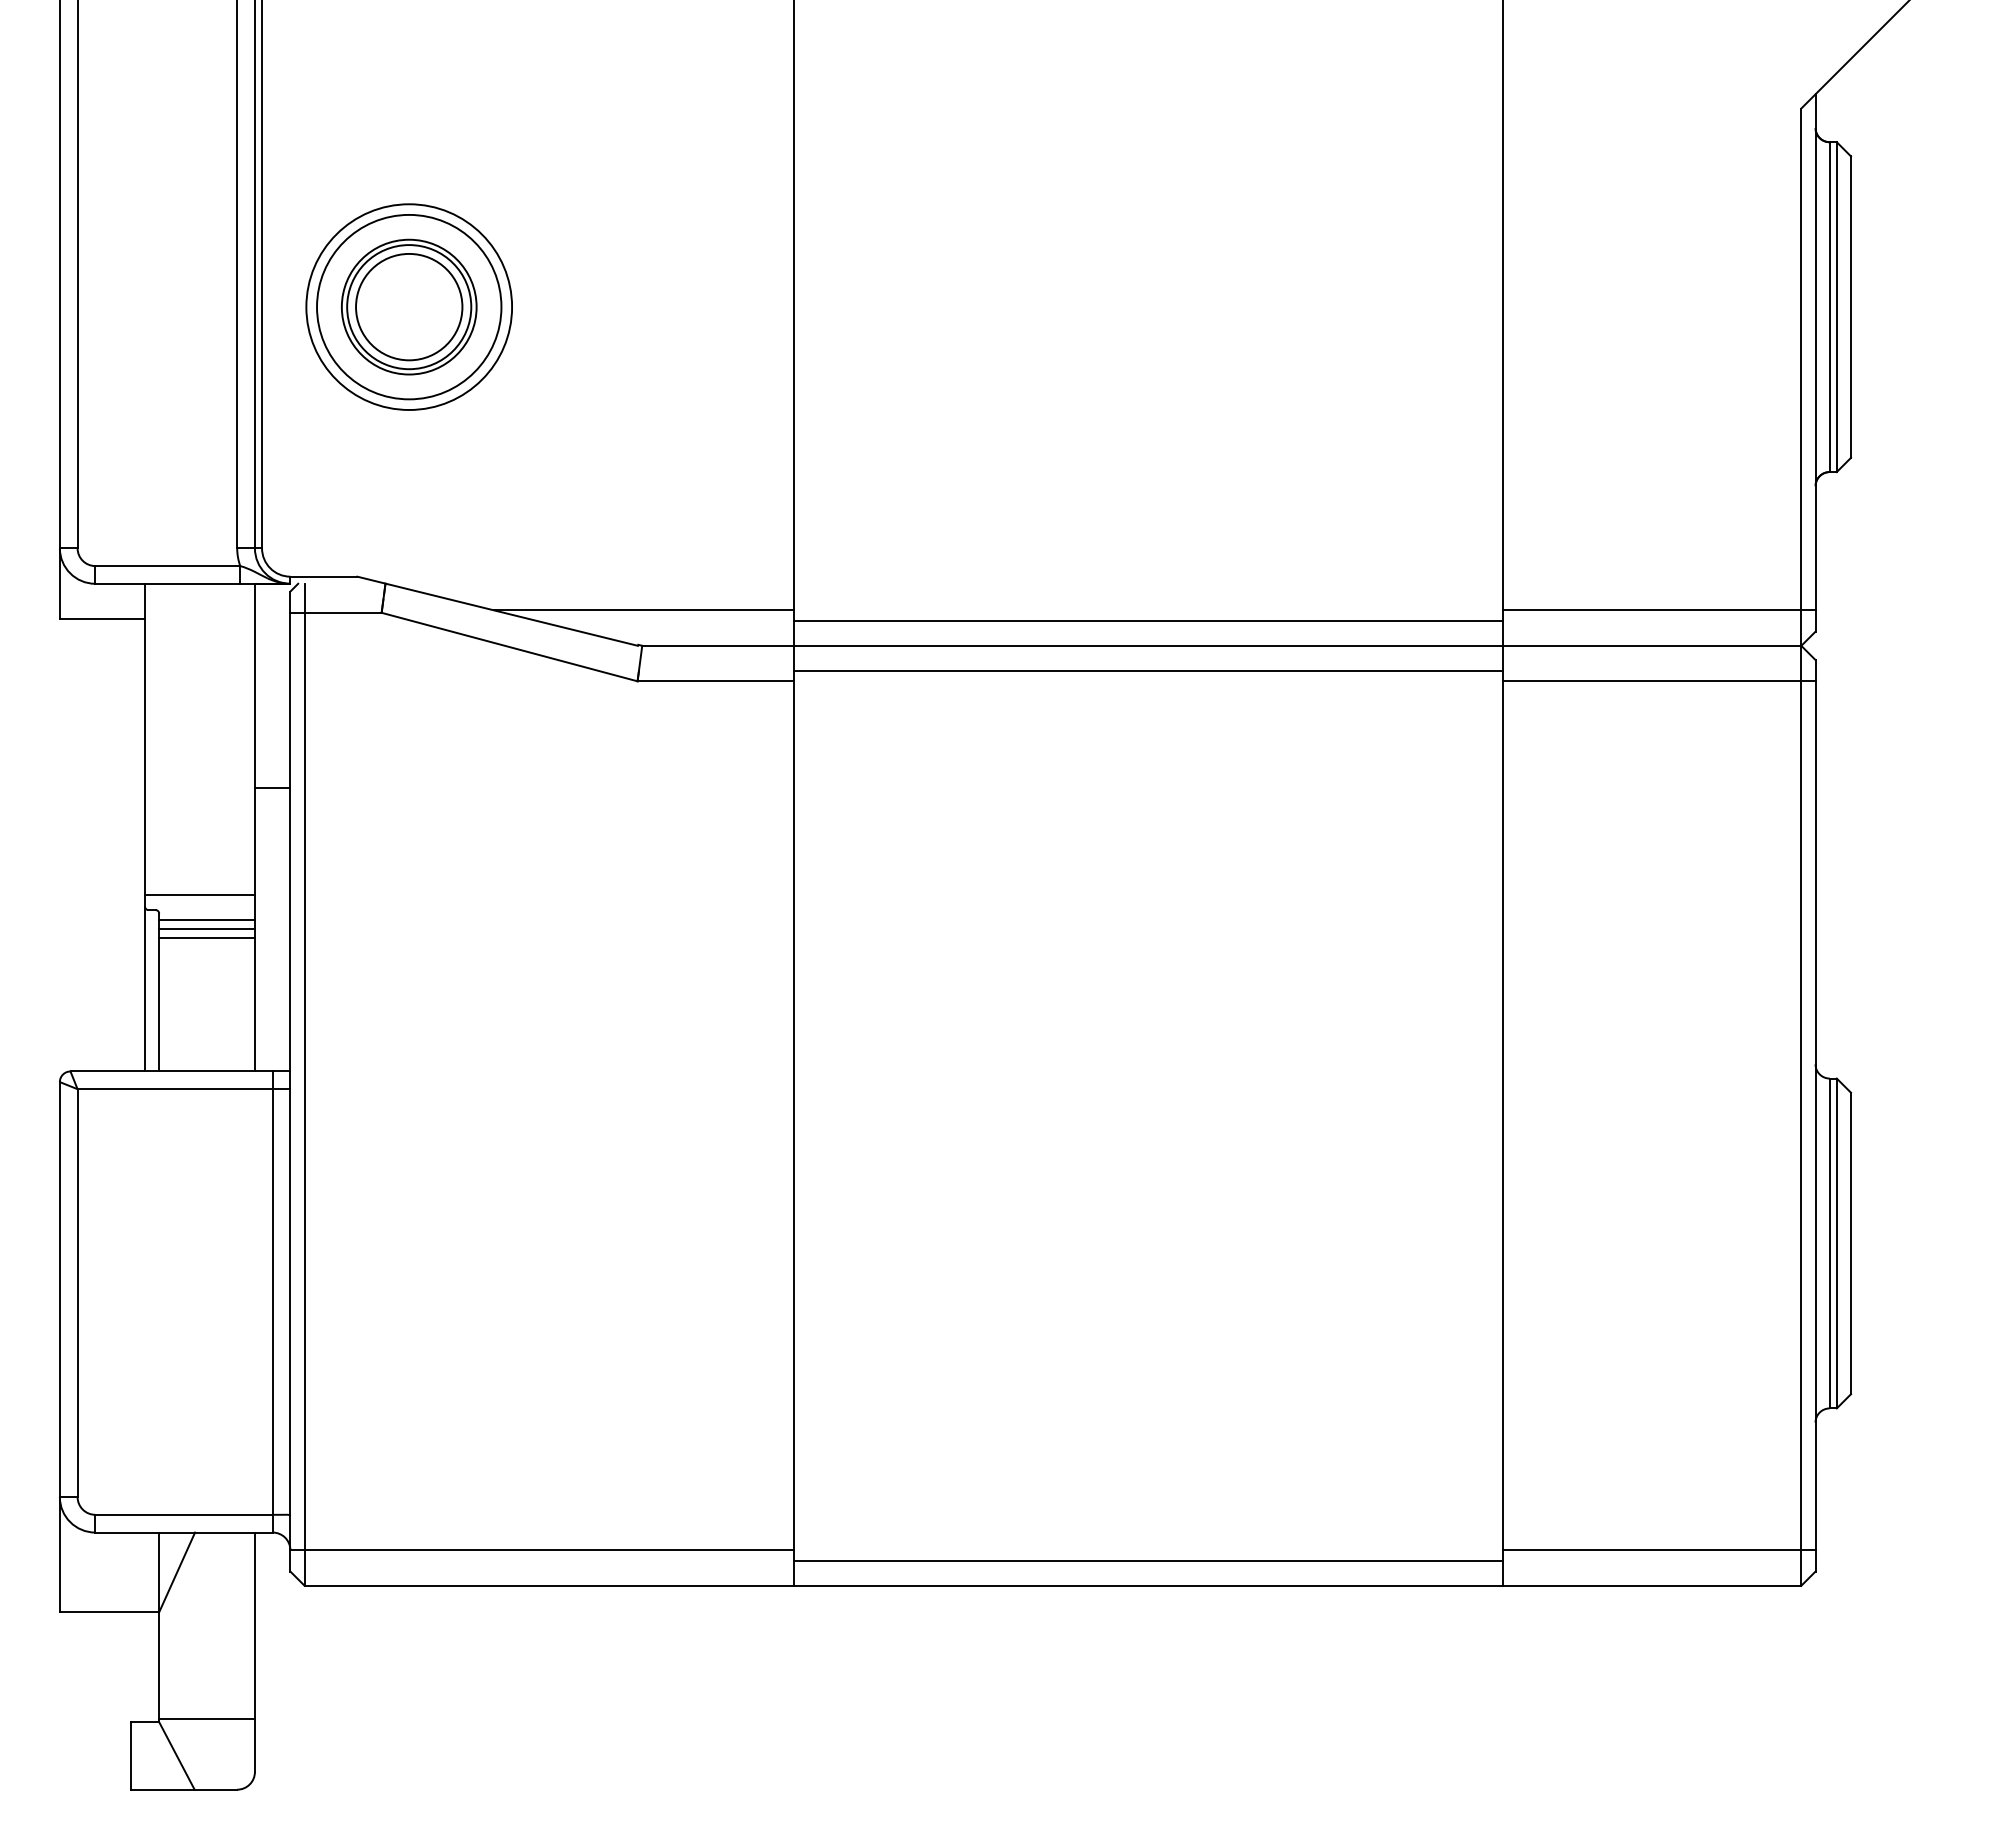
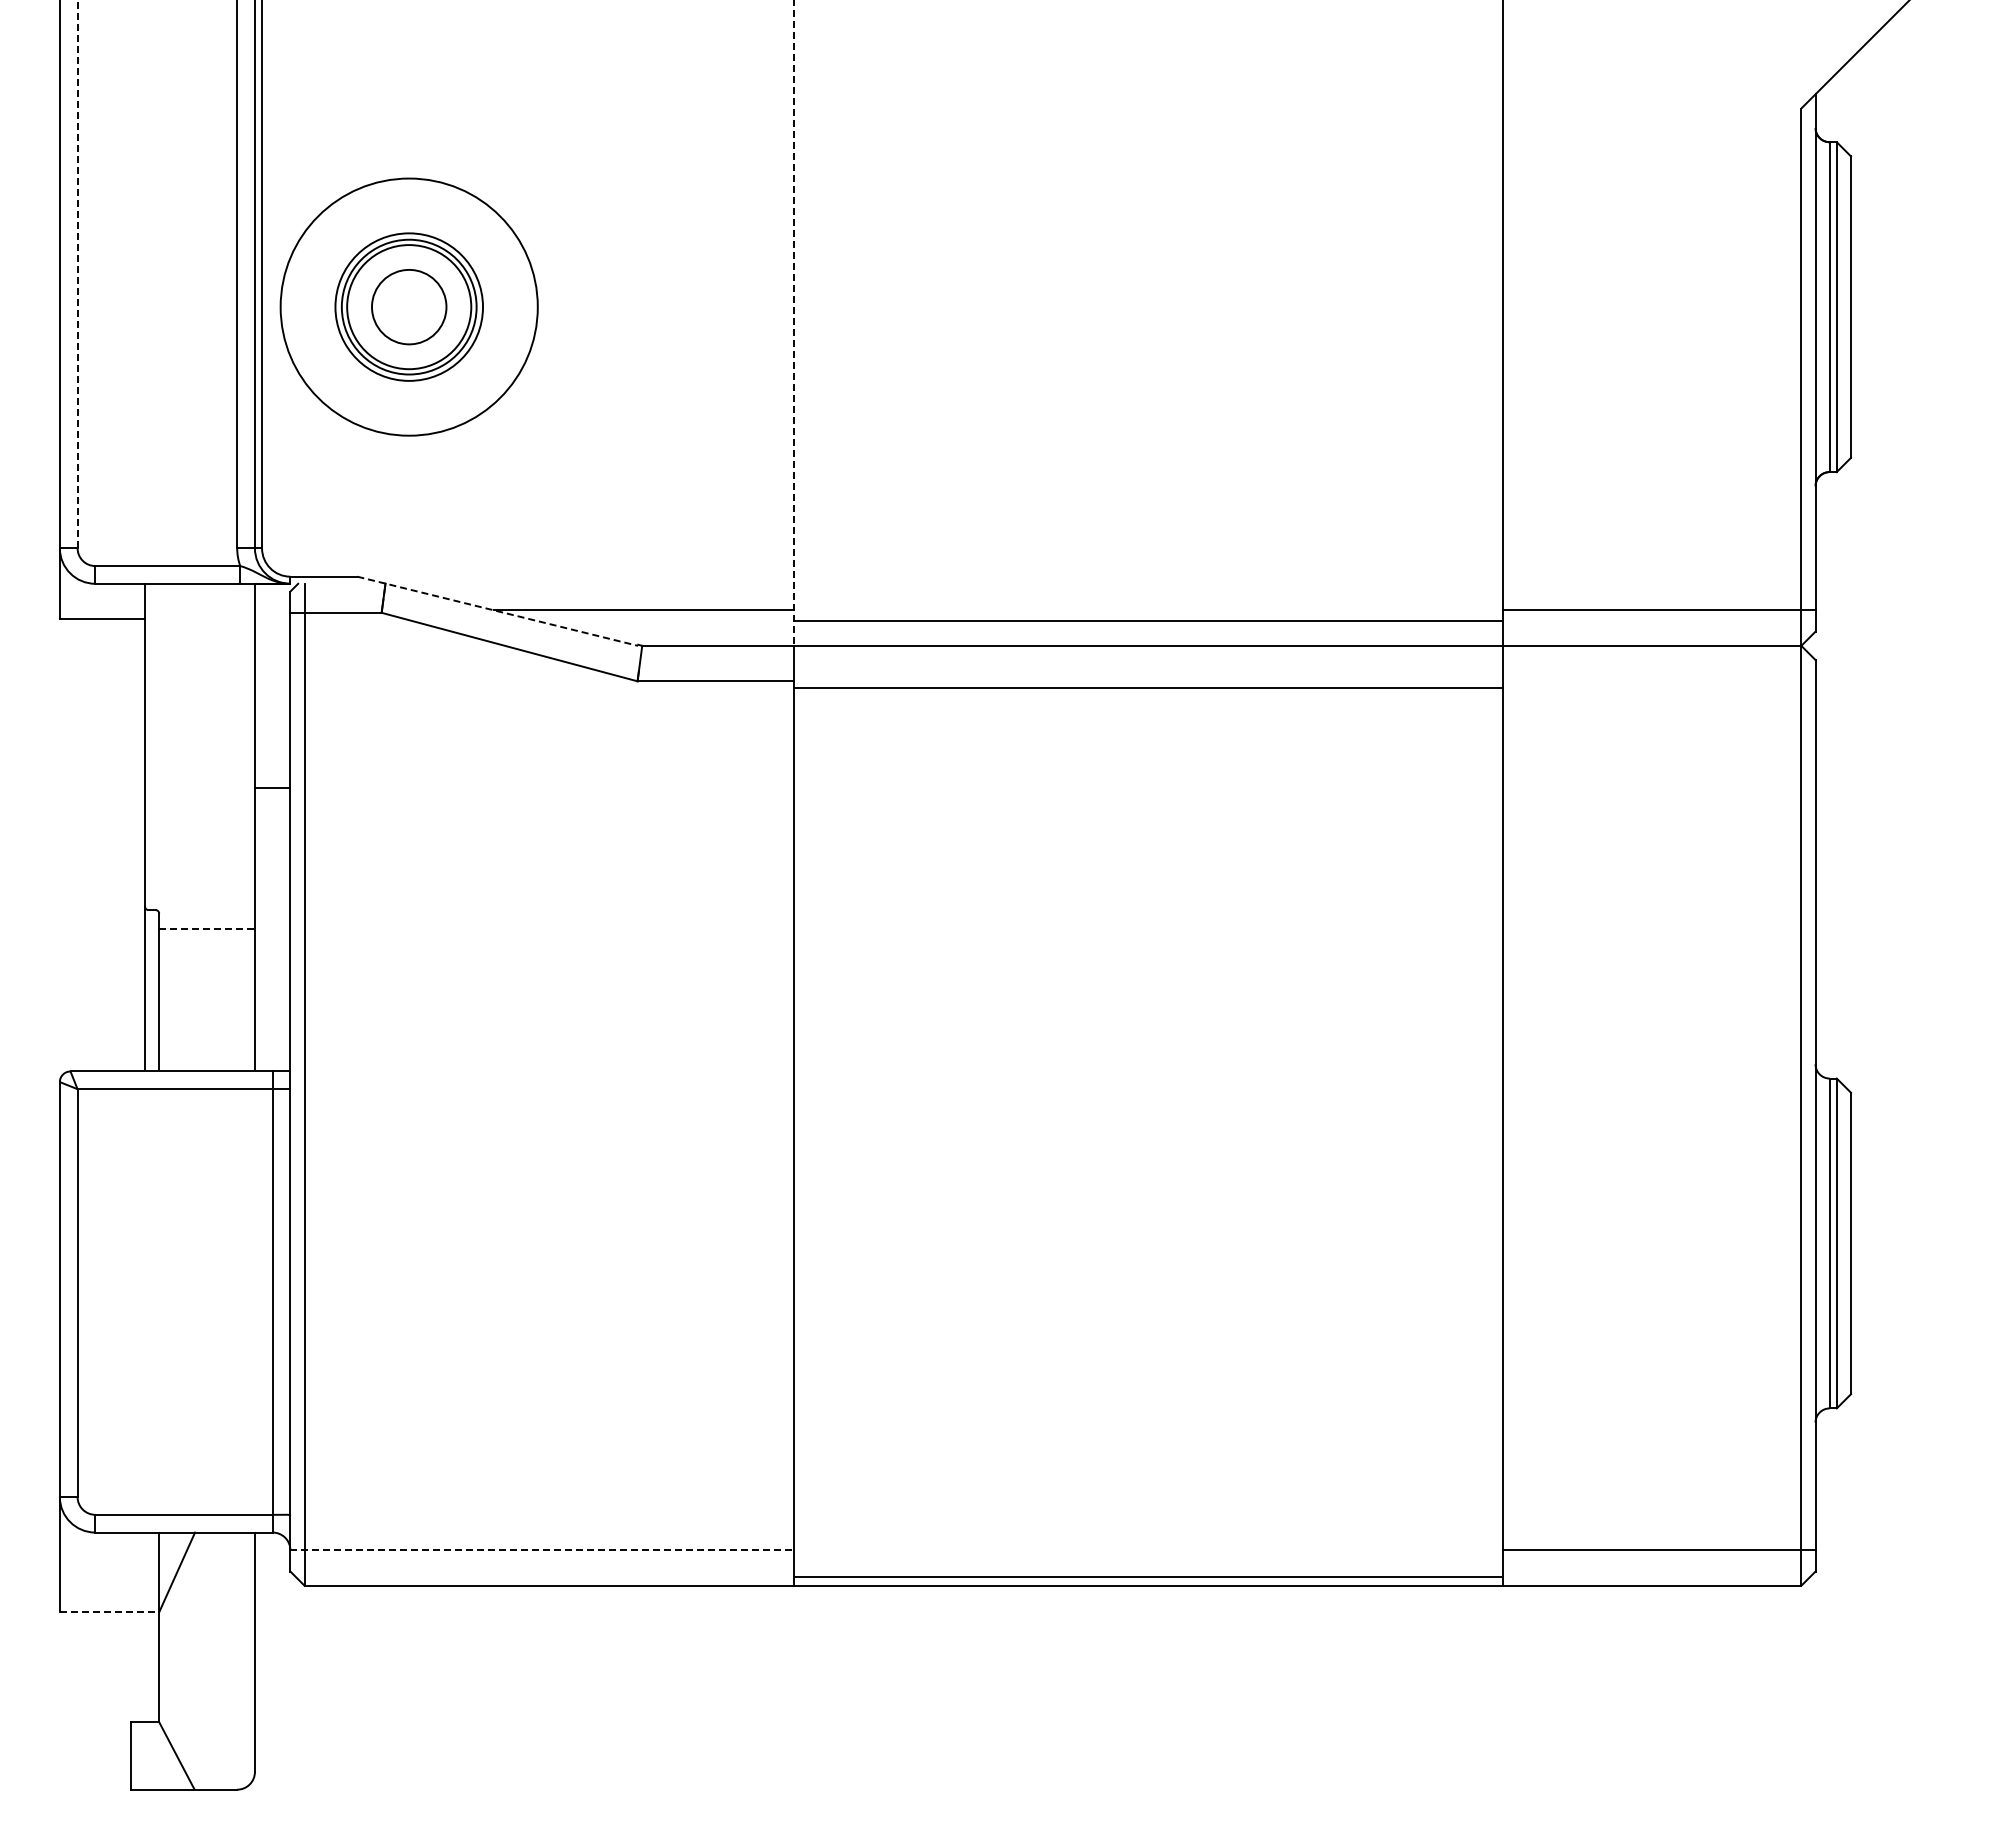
line at (77, 274): solid -> dashed
circle at (409, 306) diameter: 106 px -> 74 px
circle at (409, 306) diameter: 184 px -> 148 px
circle at (409, 306) diameter: 206 px -> 257 px
line at (794, 322): solid -> dashed
line at (497, 611): solid -> dashed
line at (1147, 670) position: (1147, 670) -> (1147, 687)
line at (1658, 681): present -> none
line at (199, 895): present -> none
line at (206, 920): present -> none
line at (207, 929): solid -> dashed
line at (206, 938): present -> none
line at (541, 1550): solid -> dashed
line at (1147, 1560) position: (1147, 1560) -> (1147, 1576)
line at (109, 1612): solid -> dashed
line at (206, 1718): present -> none
